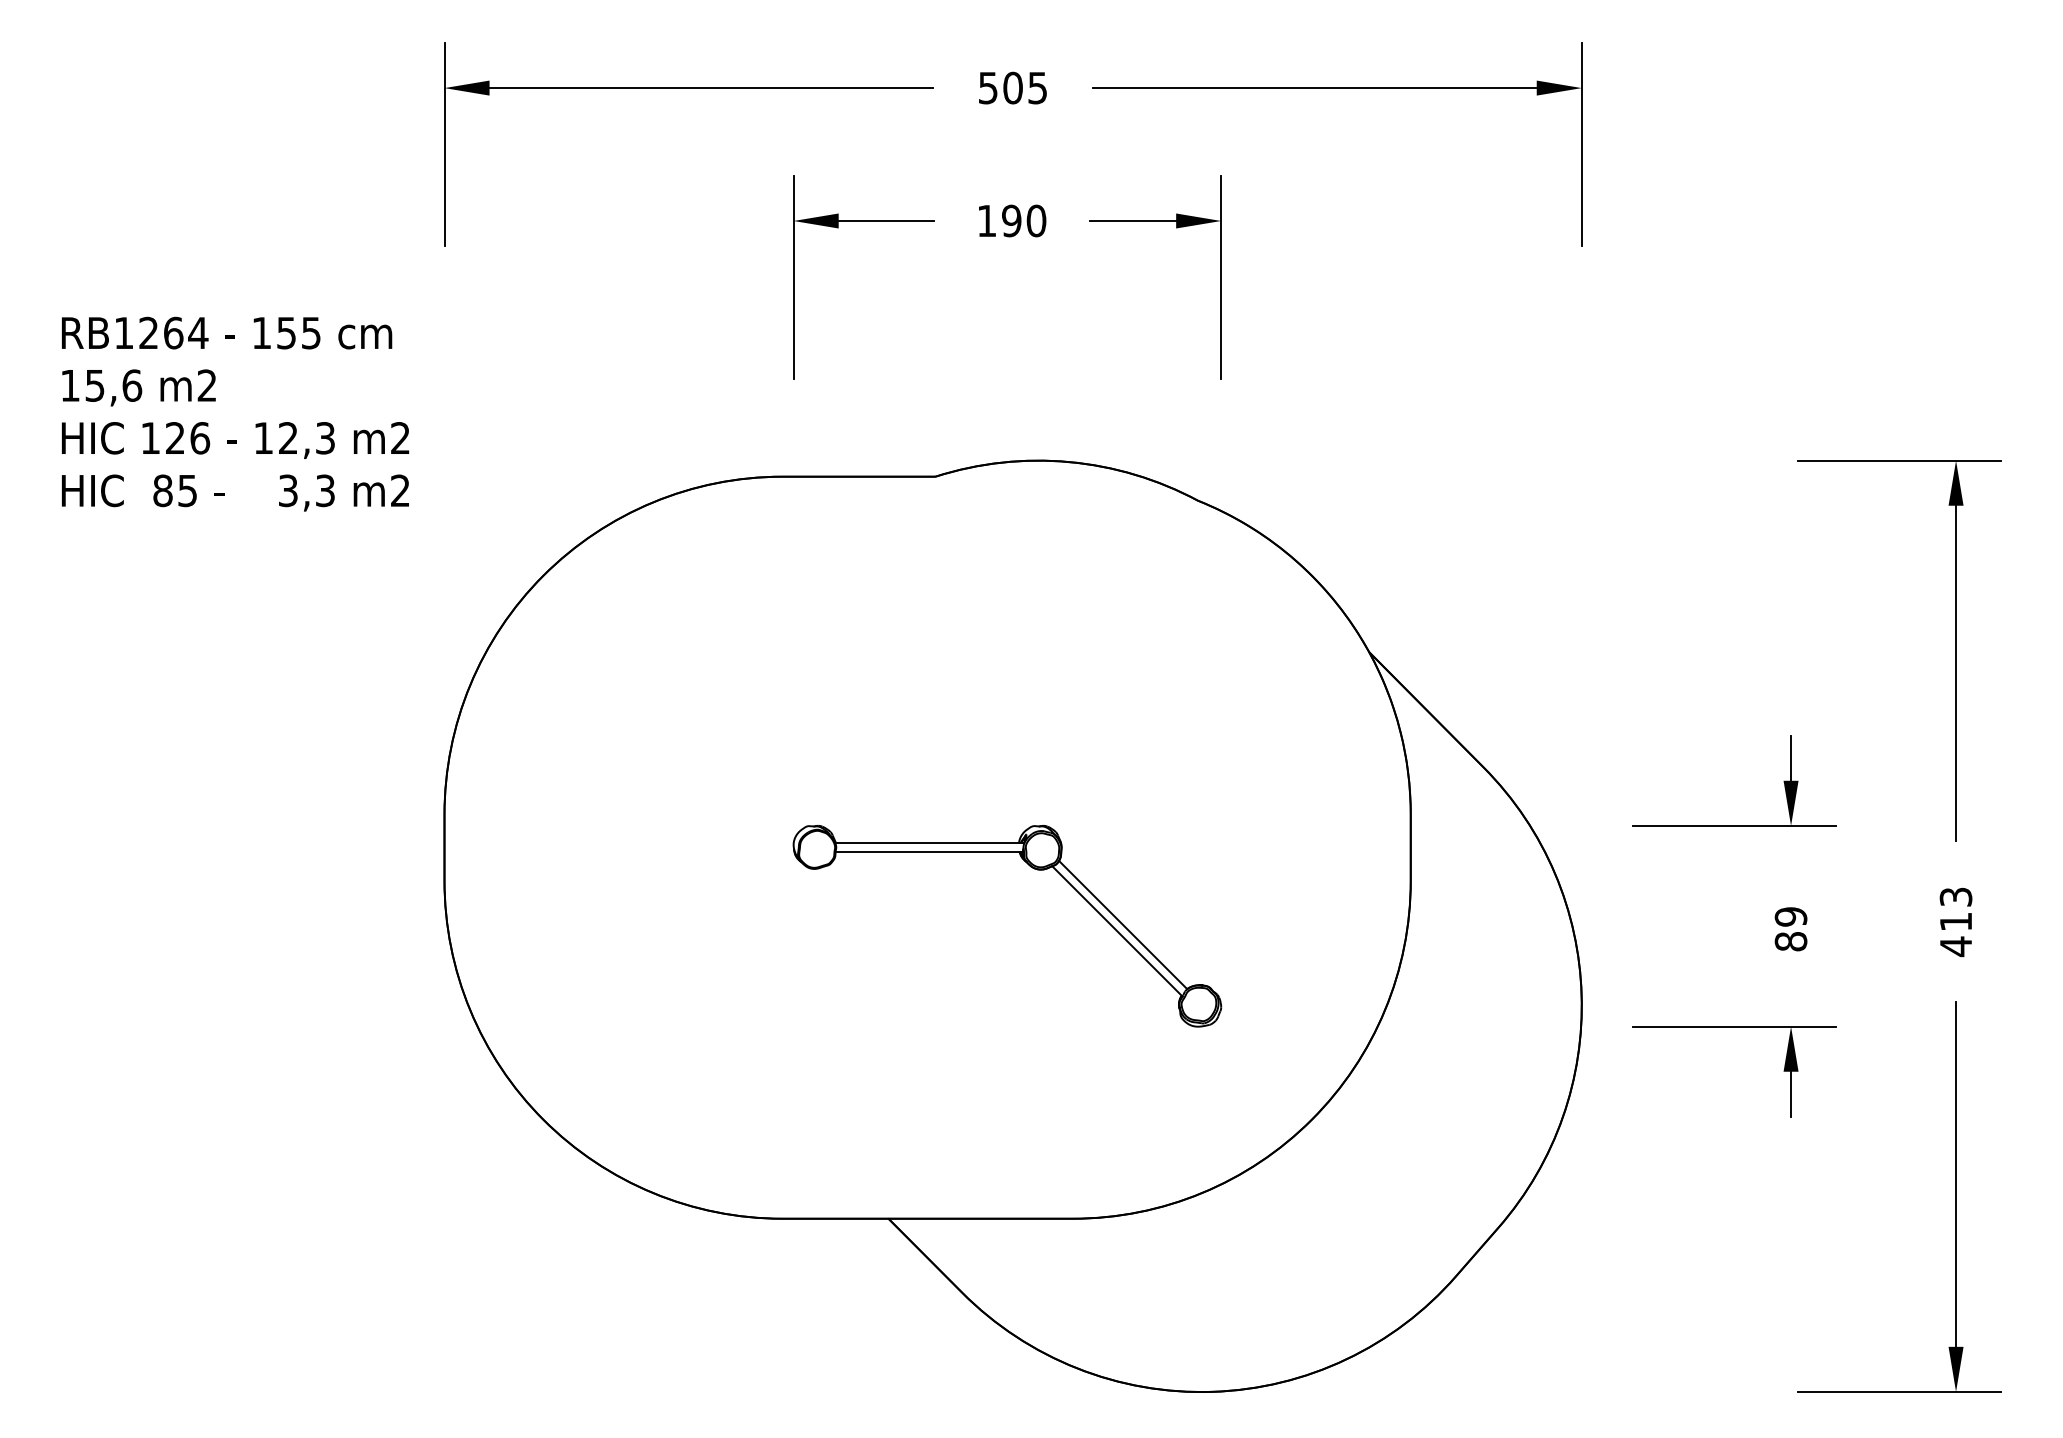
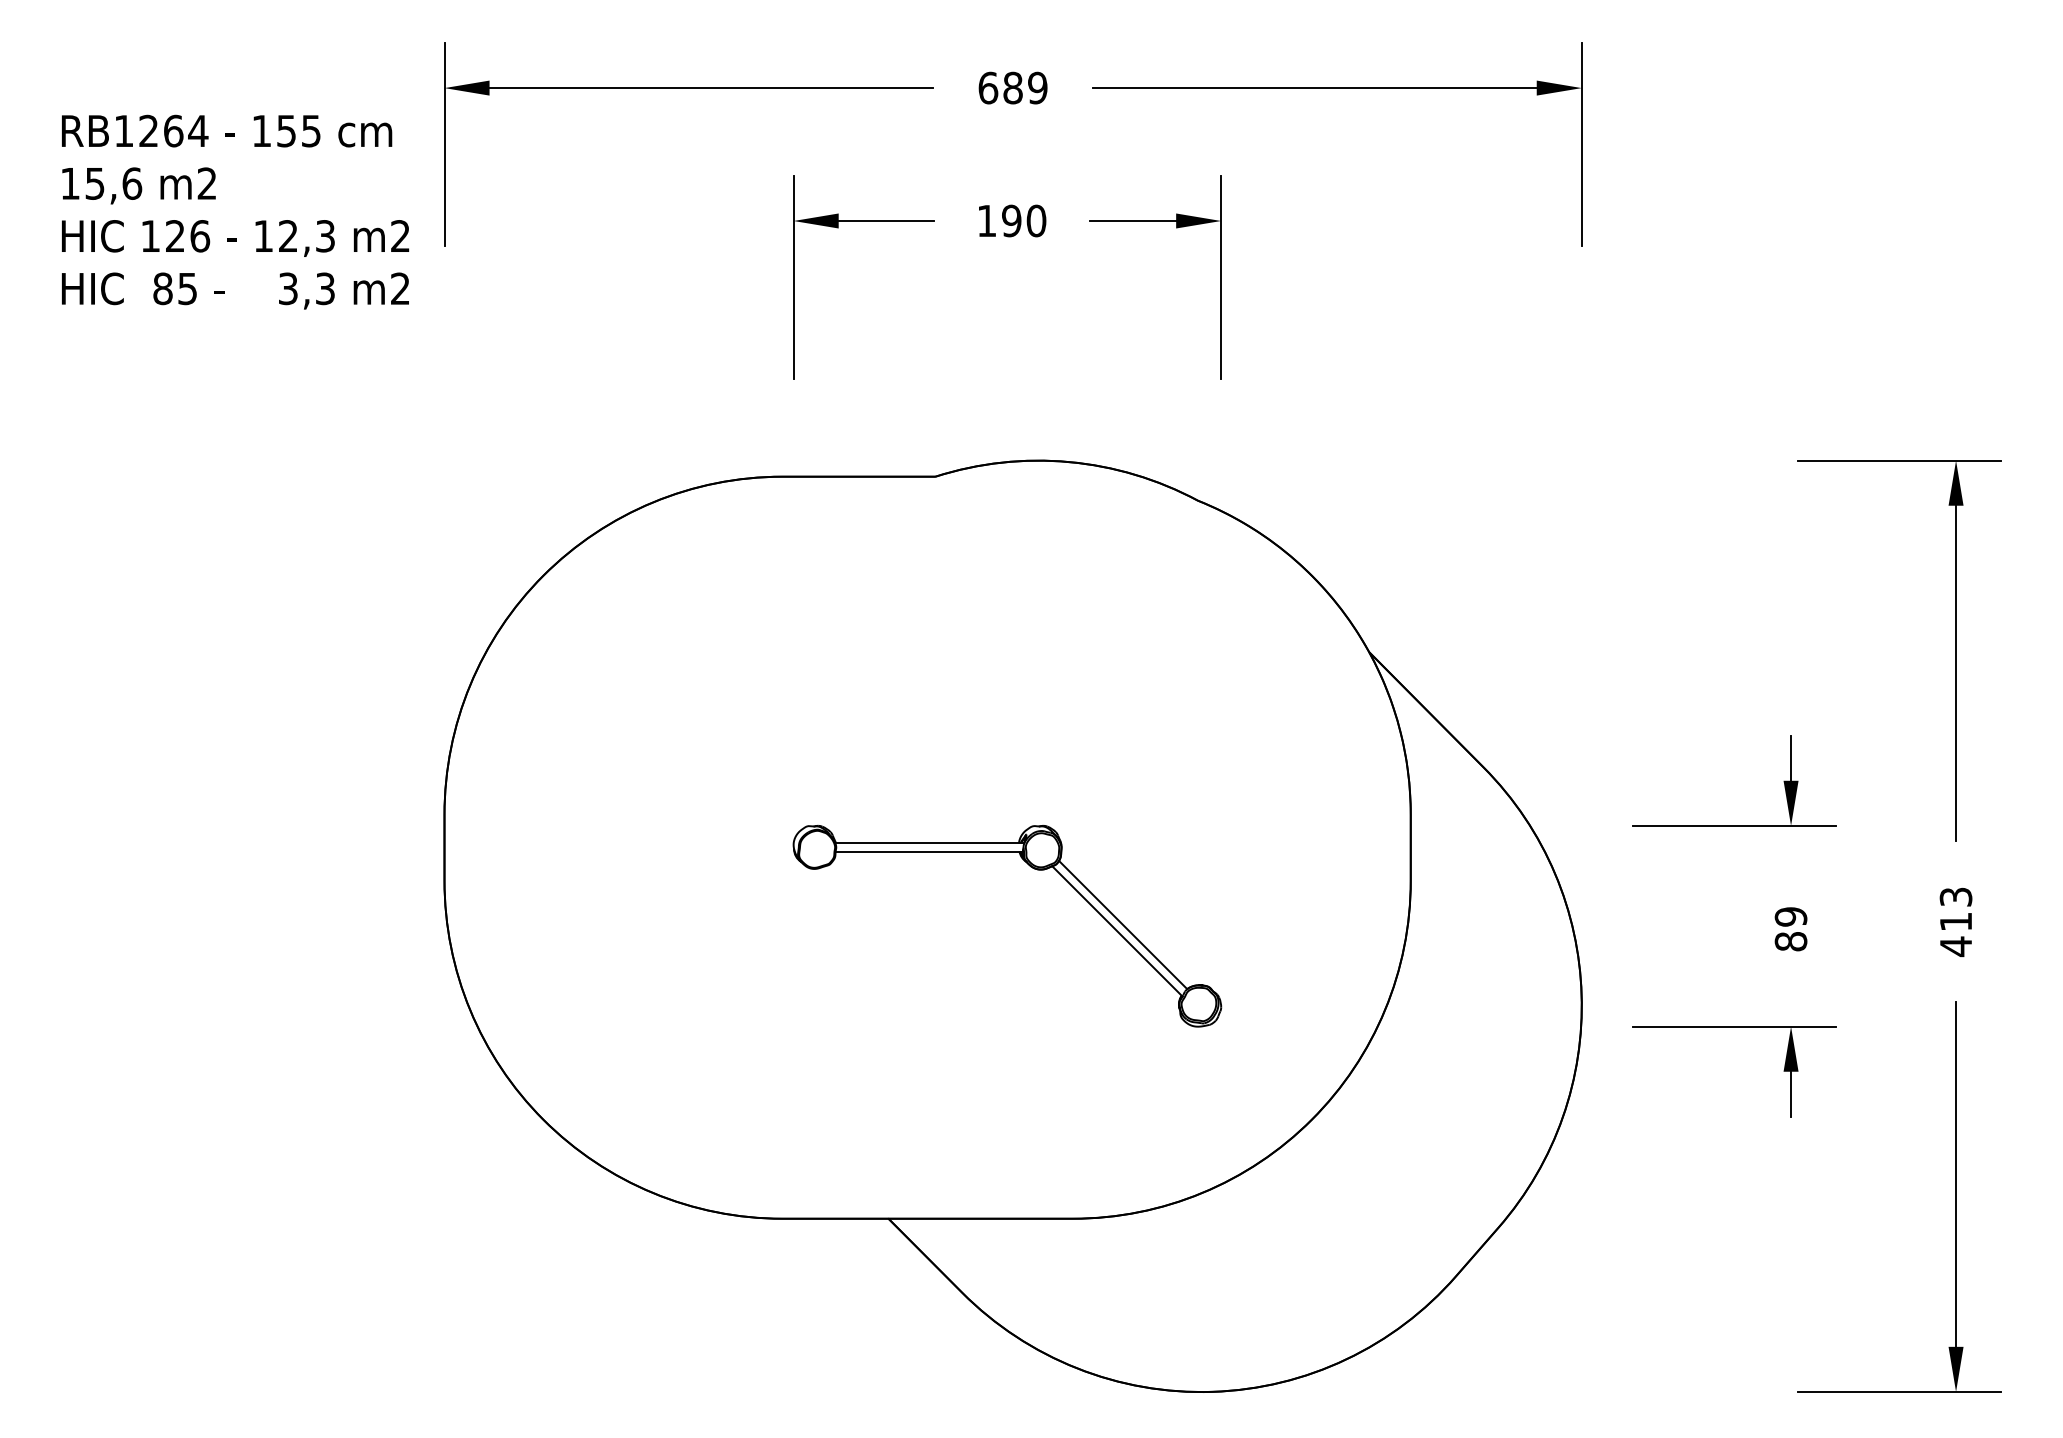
text at (1012, 87): 505 -> 689
text at (235, 413) position: (235, 413) -> (235, 211)
